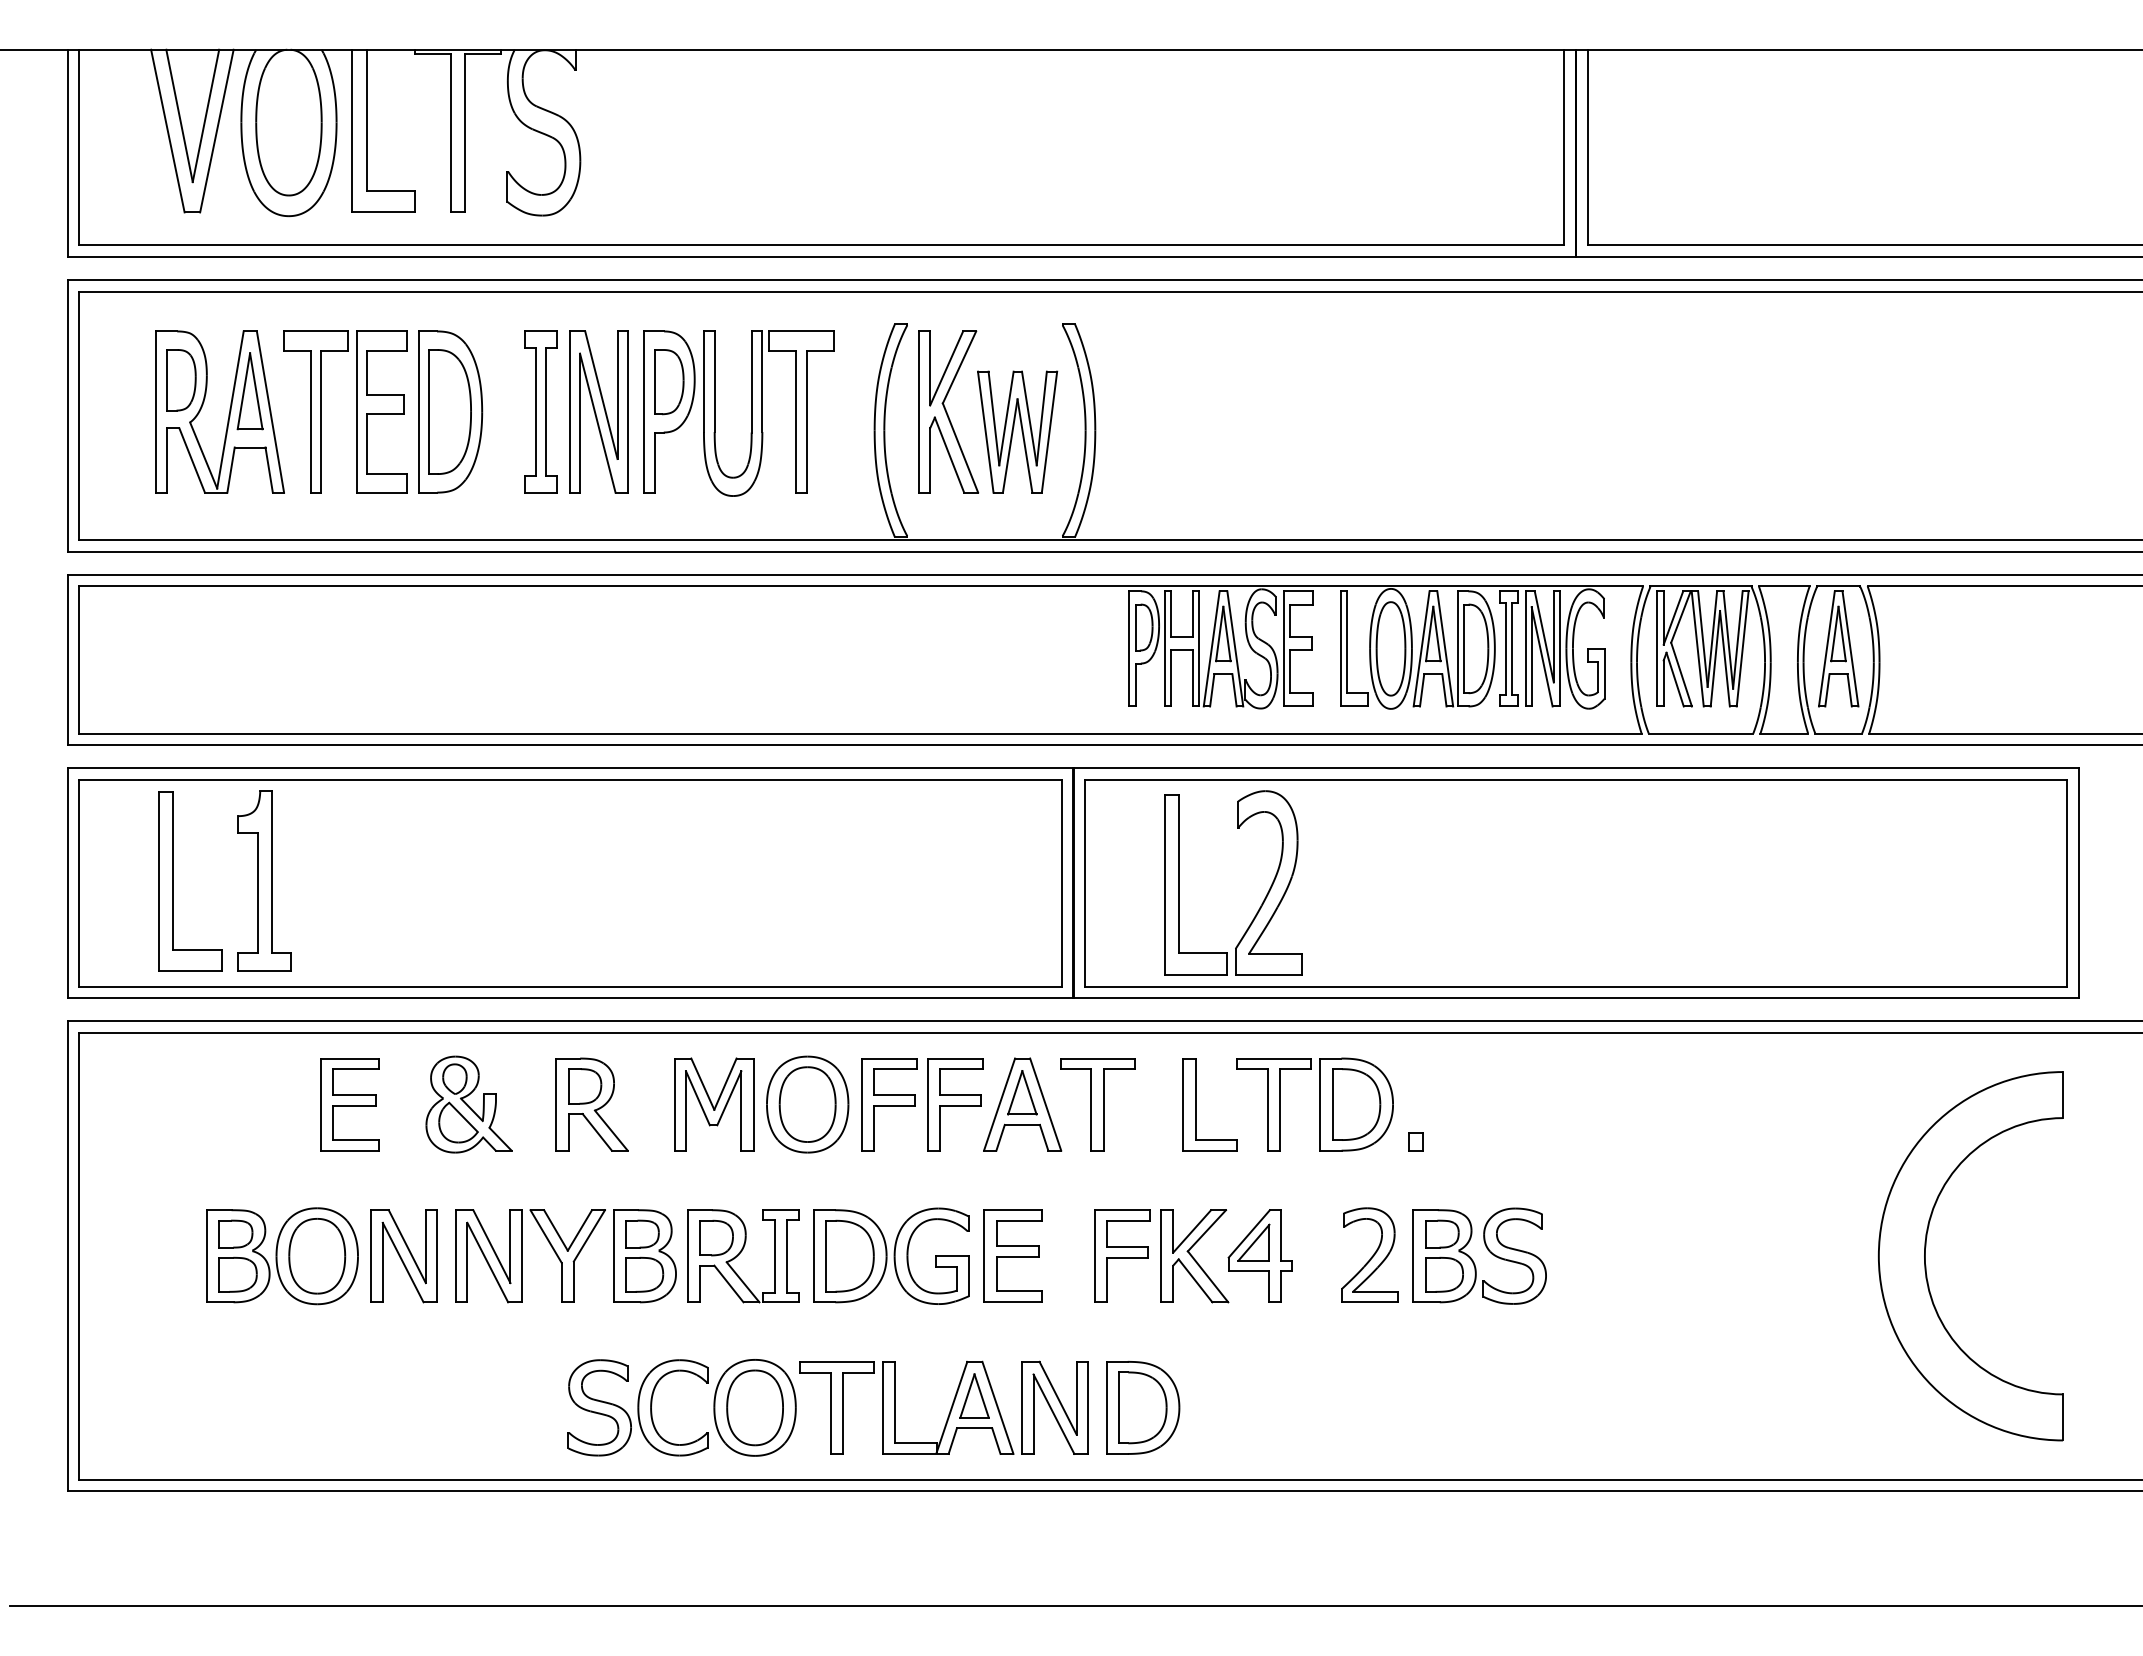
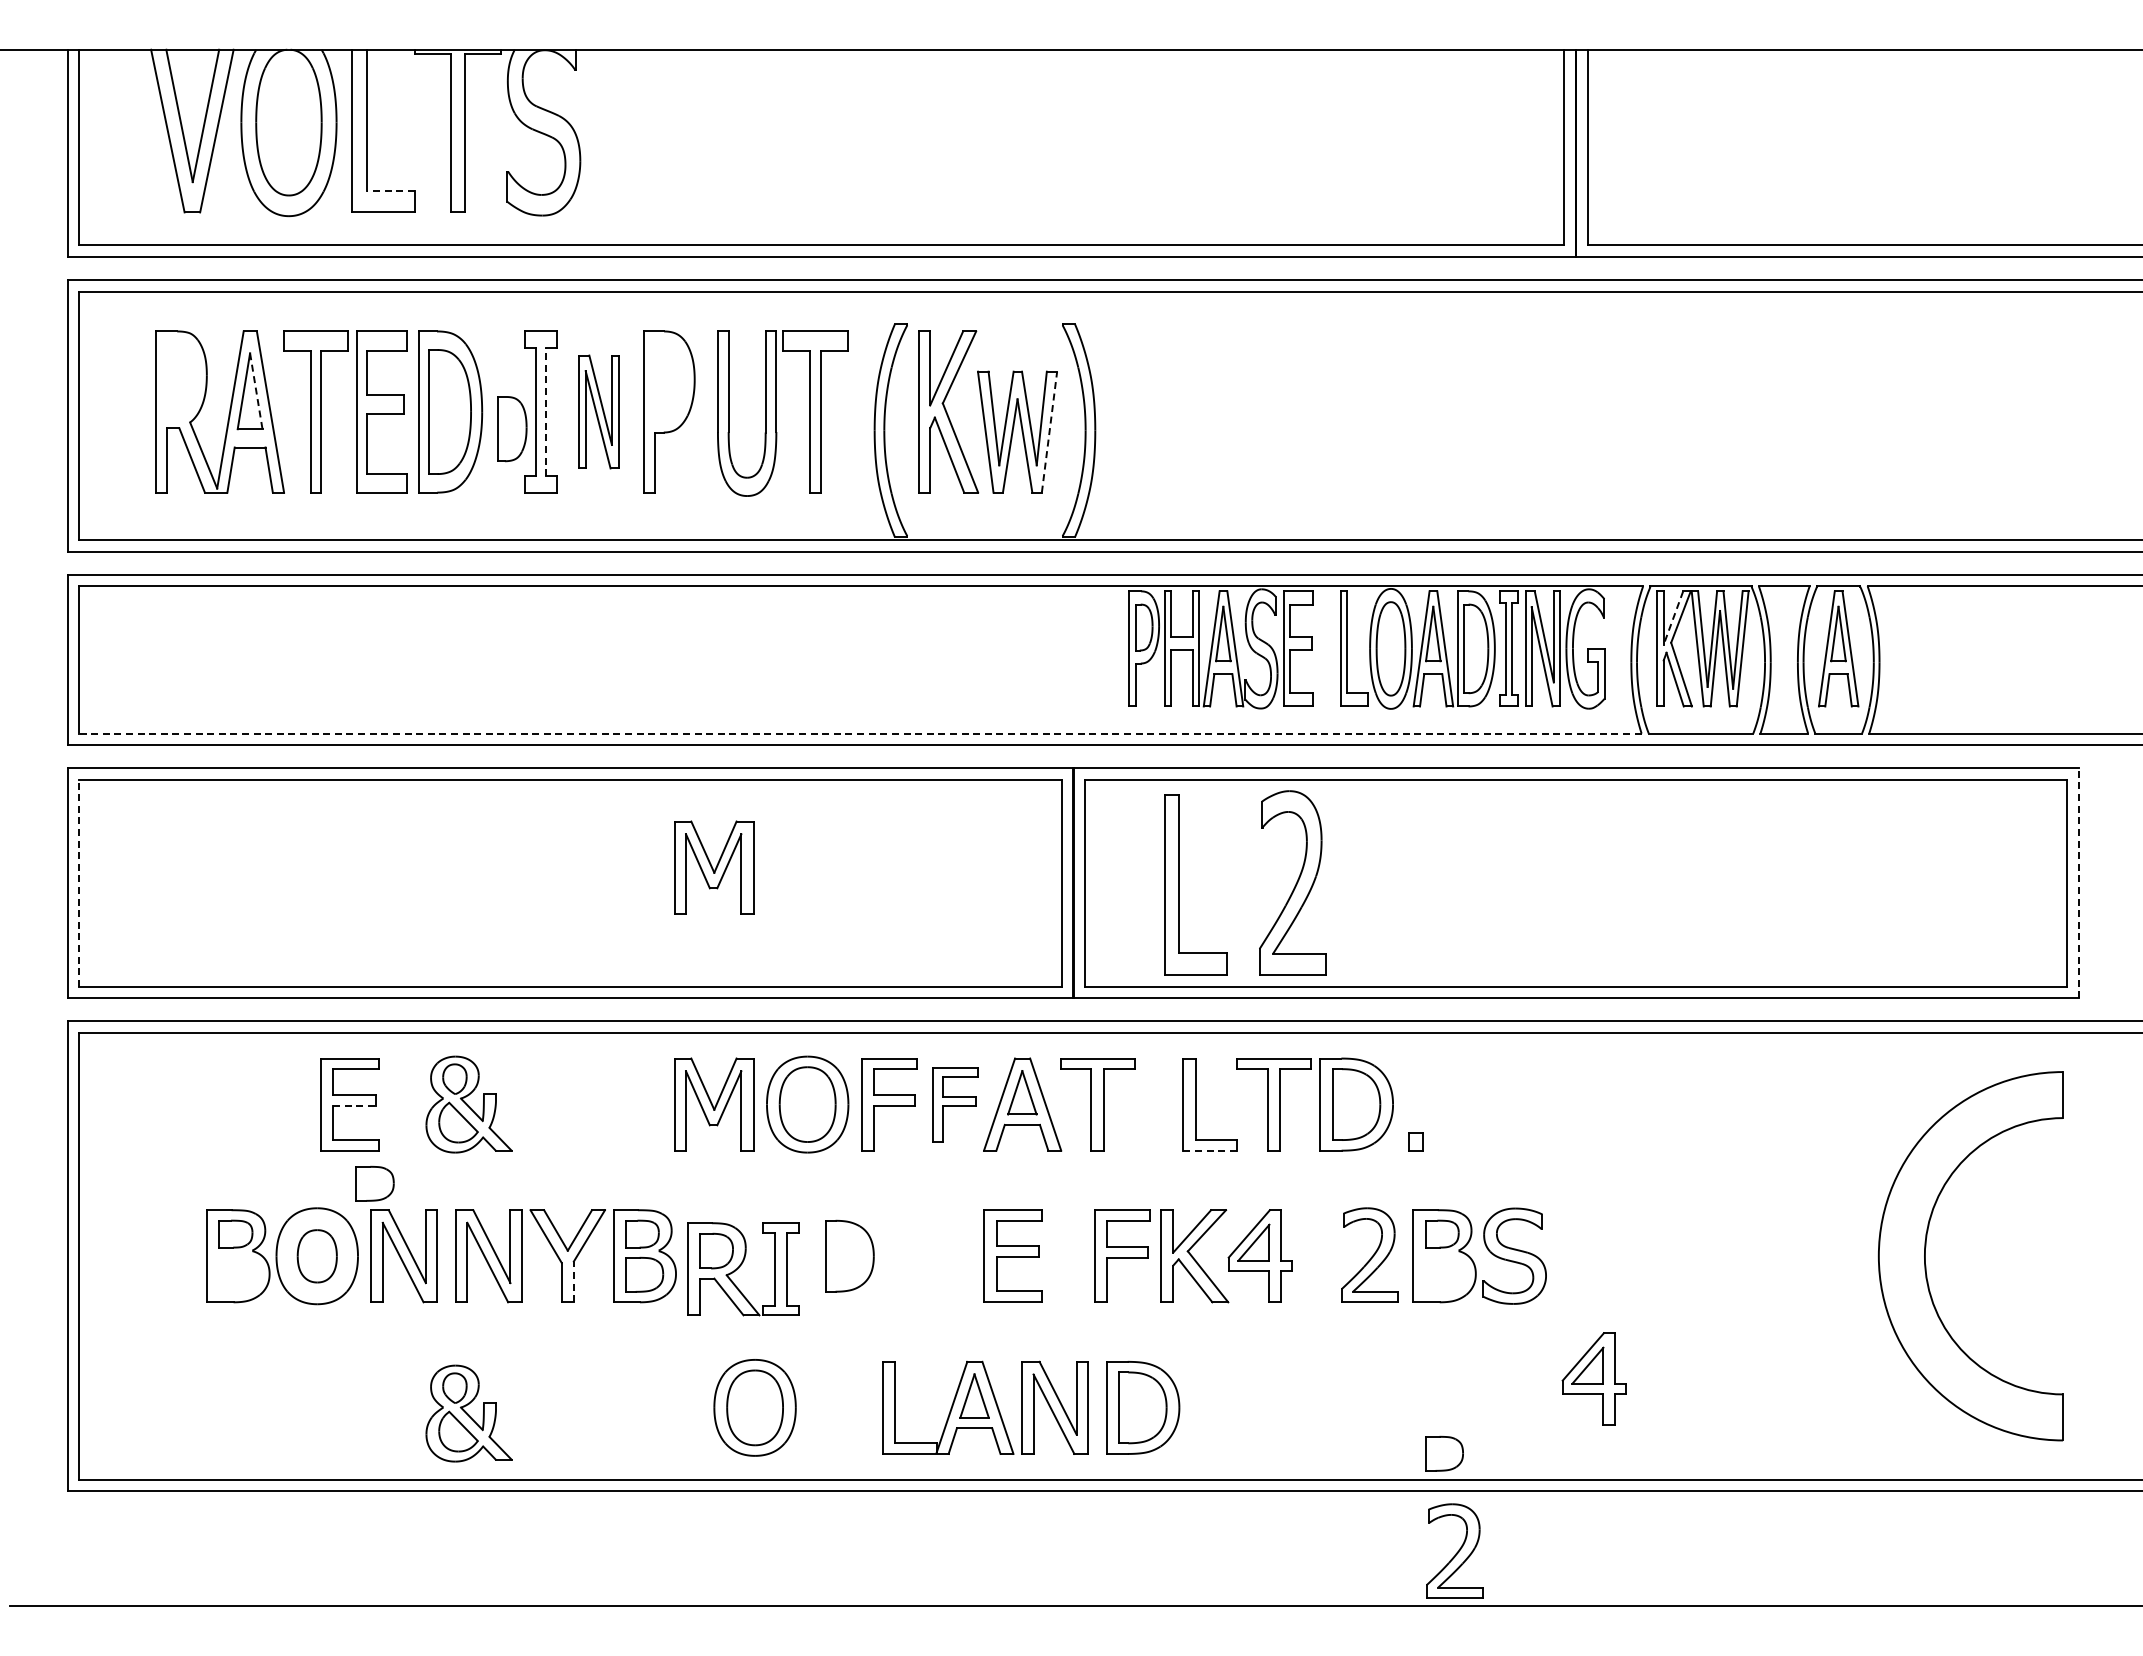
line at (390, 191): solid -> dashed
part at (181, 380): present -> none
part at (669, 382) position: (669, 382) -> (512, 429)
line at (256, 391): solid -> dashed
line at (546, 411): solid -> dashed
part at (598, 411) size: 60x164 px -> 42x116 px
part at (768, 413) position: (768, 413) -> (782, 413)
line at (1049, 432): solid -> dashed
line at (1673, 618): solid -> dashed
line at (859, 733): solid -> dashed
part at (714, 867): none -> present
part at (264, 880): present -> none
part at (173, 881): present -> none
part at (1268, 882) position: (1268, 882) -> (1292, 882)
line at (2078, 882): solid -> dashed
line at (79, 883): solid -> dashed
part at (591, 1104): present -> none
part at (955, 1104) size: 57x94 px -> 47x76 px
line at (354, 1105): solid -> dashed
line at (1210, 1150): solid -> dashed
part at (891, 1255): present -> none
part at (317, 1256) size: 59x77 px -> 42x55 px
part at (743, 1256) position: (743, 1256) -> (743, 1269)
part at (237, 1274) position: (237, 1274) -> (374, 1183)
part at (1444, 1274) position: (1444, 1274) -> (1444, 1453)
line at (573, 1281): solid -> dashed
part at (1593, 1378): none -> present
part at (637, 1407): present -> none
part at (836, 1407): present -> none
part at (468, 1413): none -> present
part at (1454, 1550): none -> present
